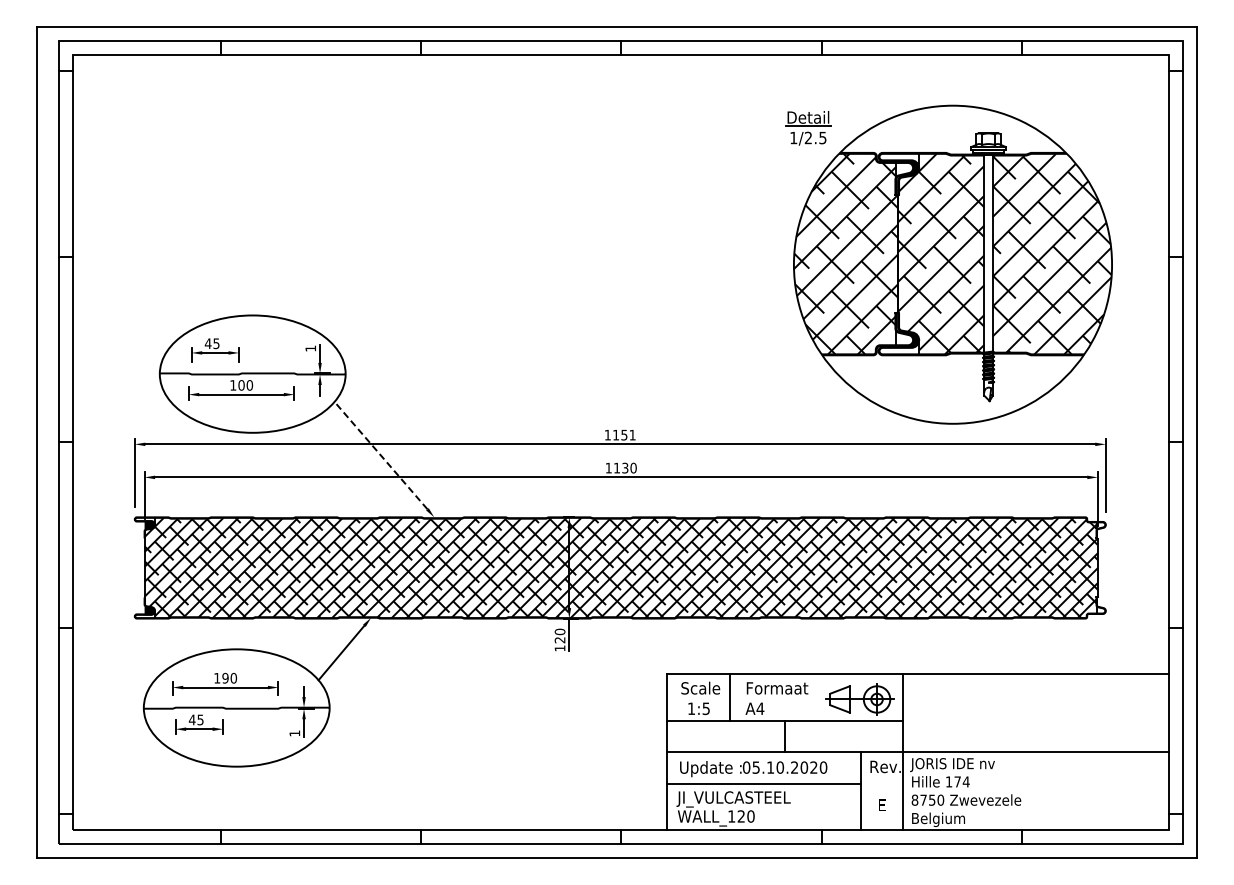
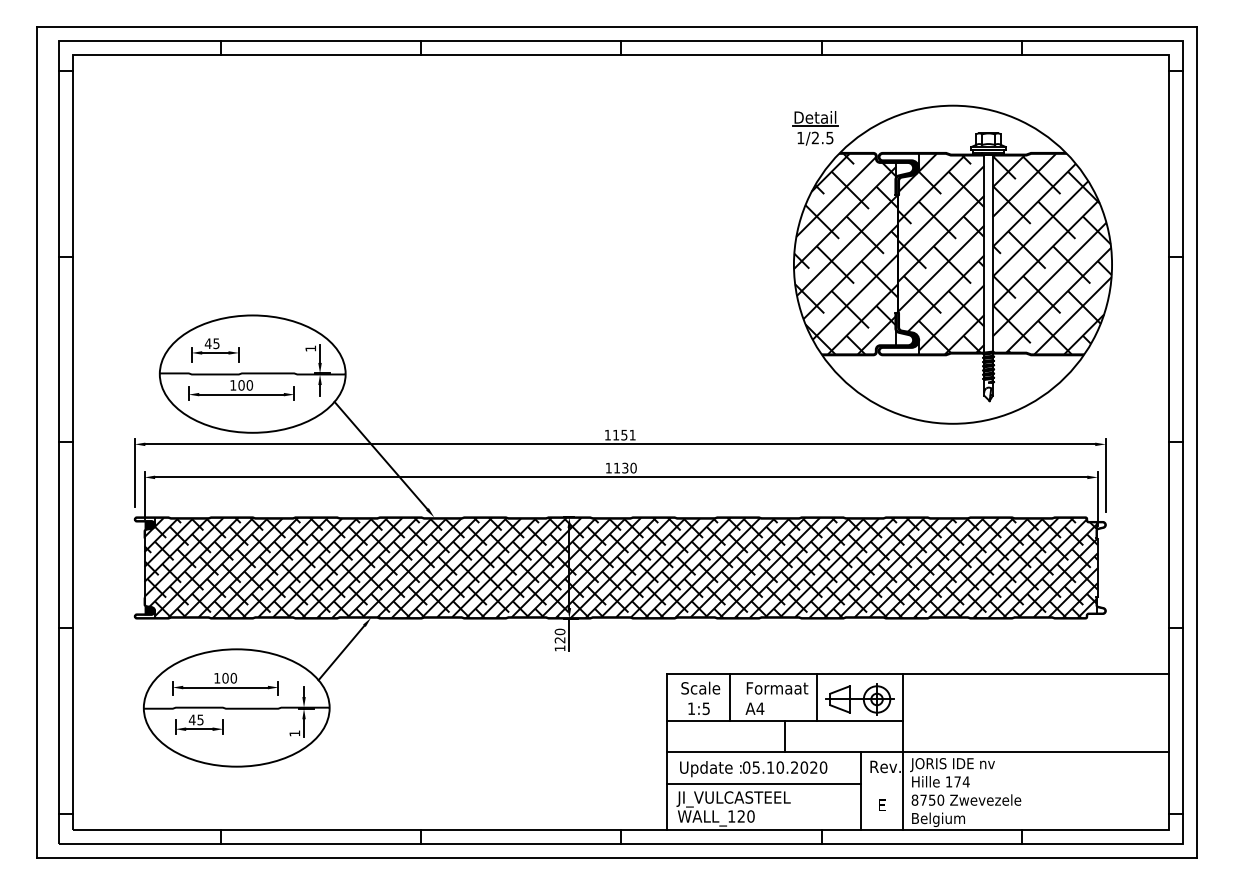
part at (808, 128) position: (808, 128) -> (815, 128)
line at (381, 455): dashed -> solid
text at (225, 678): 190 -> 100
line at (816, 697): none -> present
